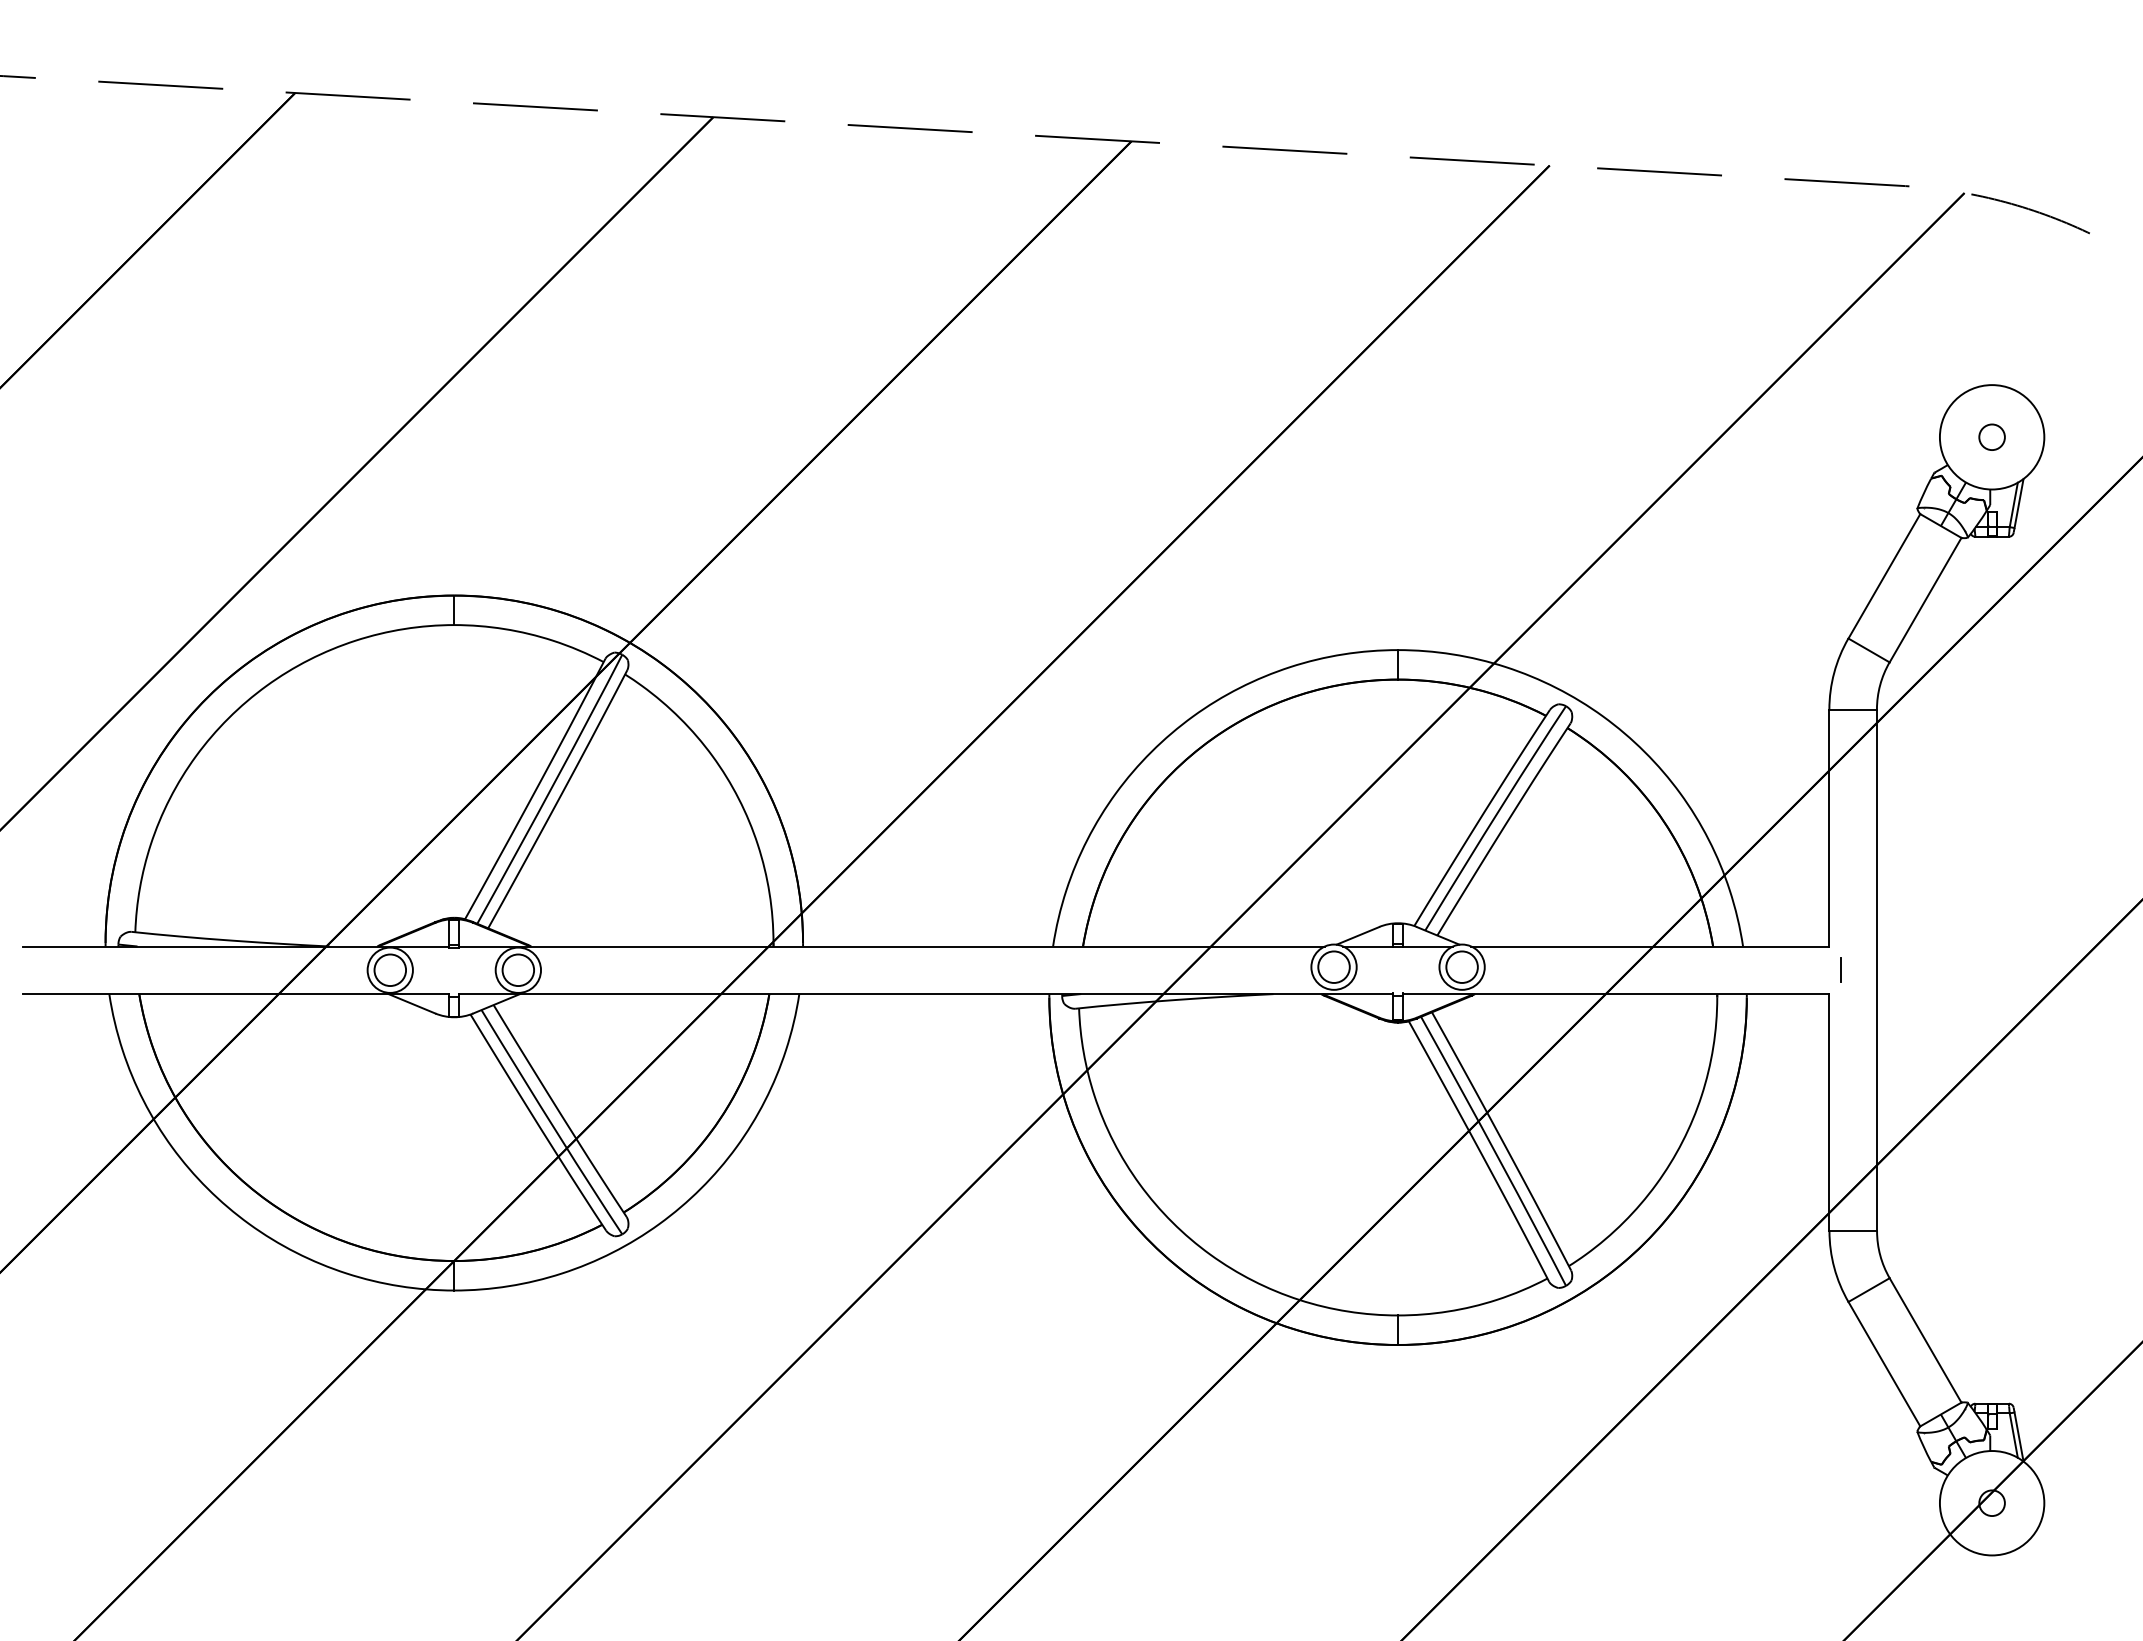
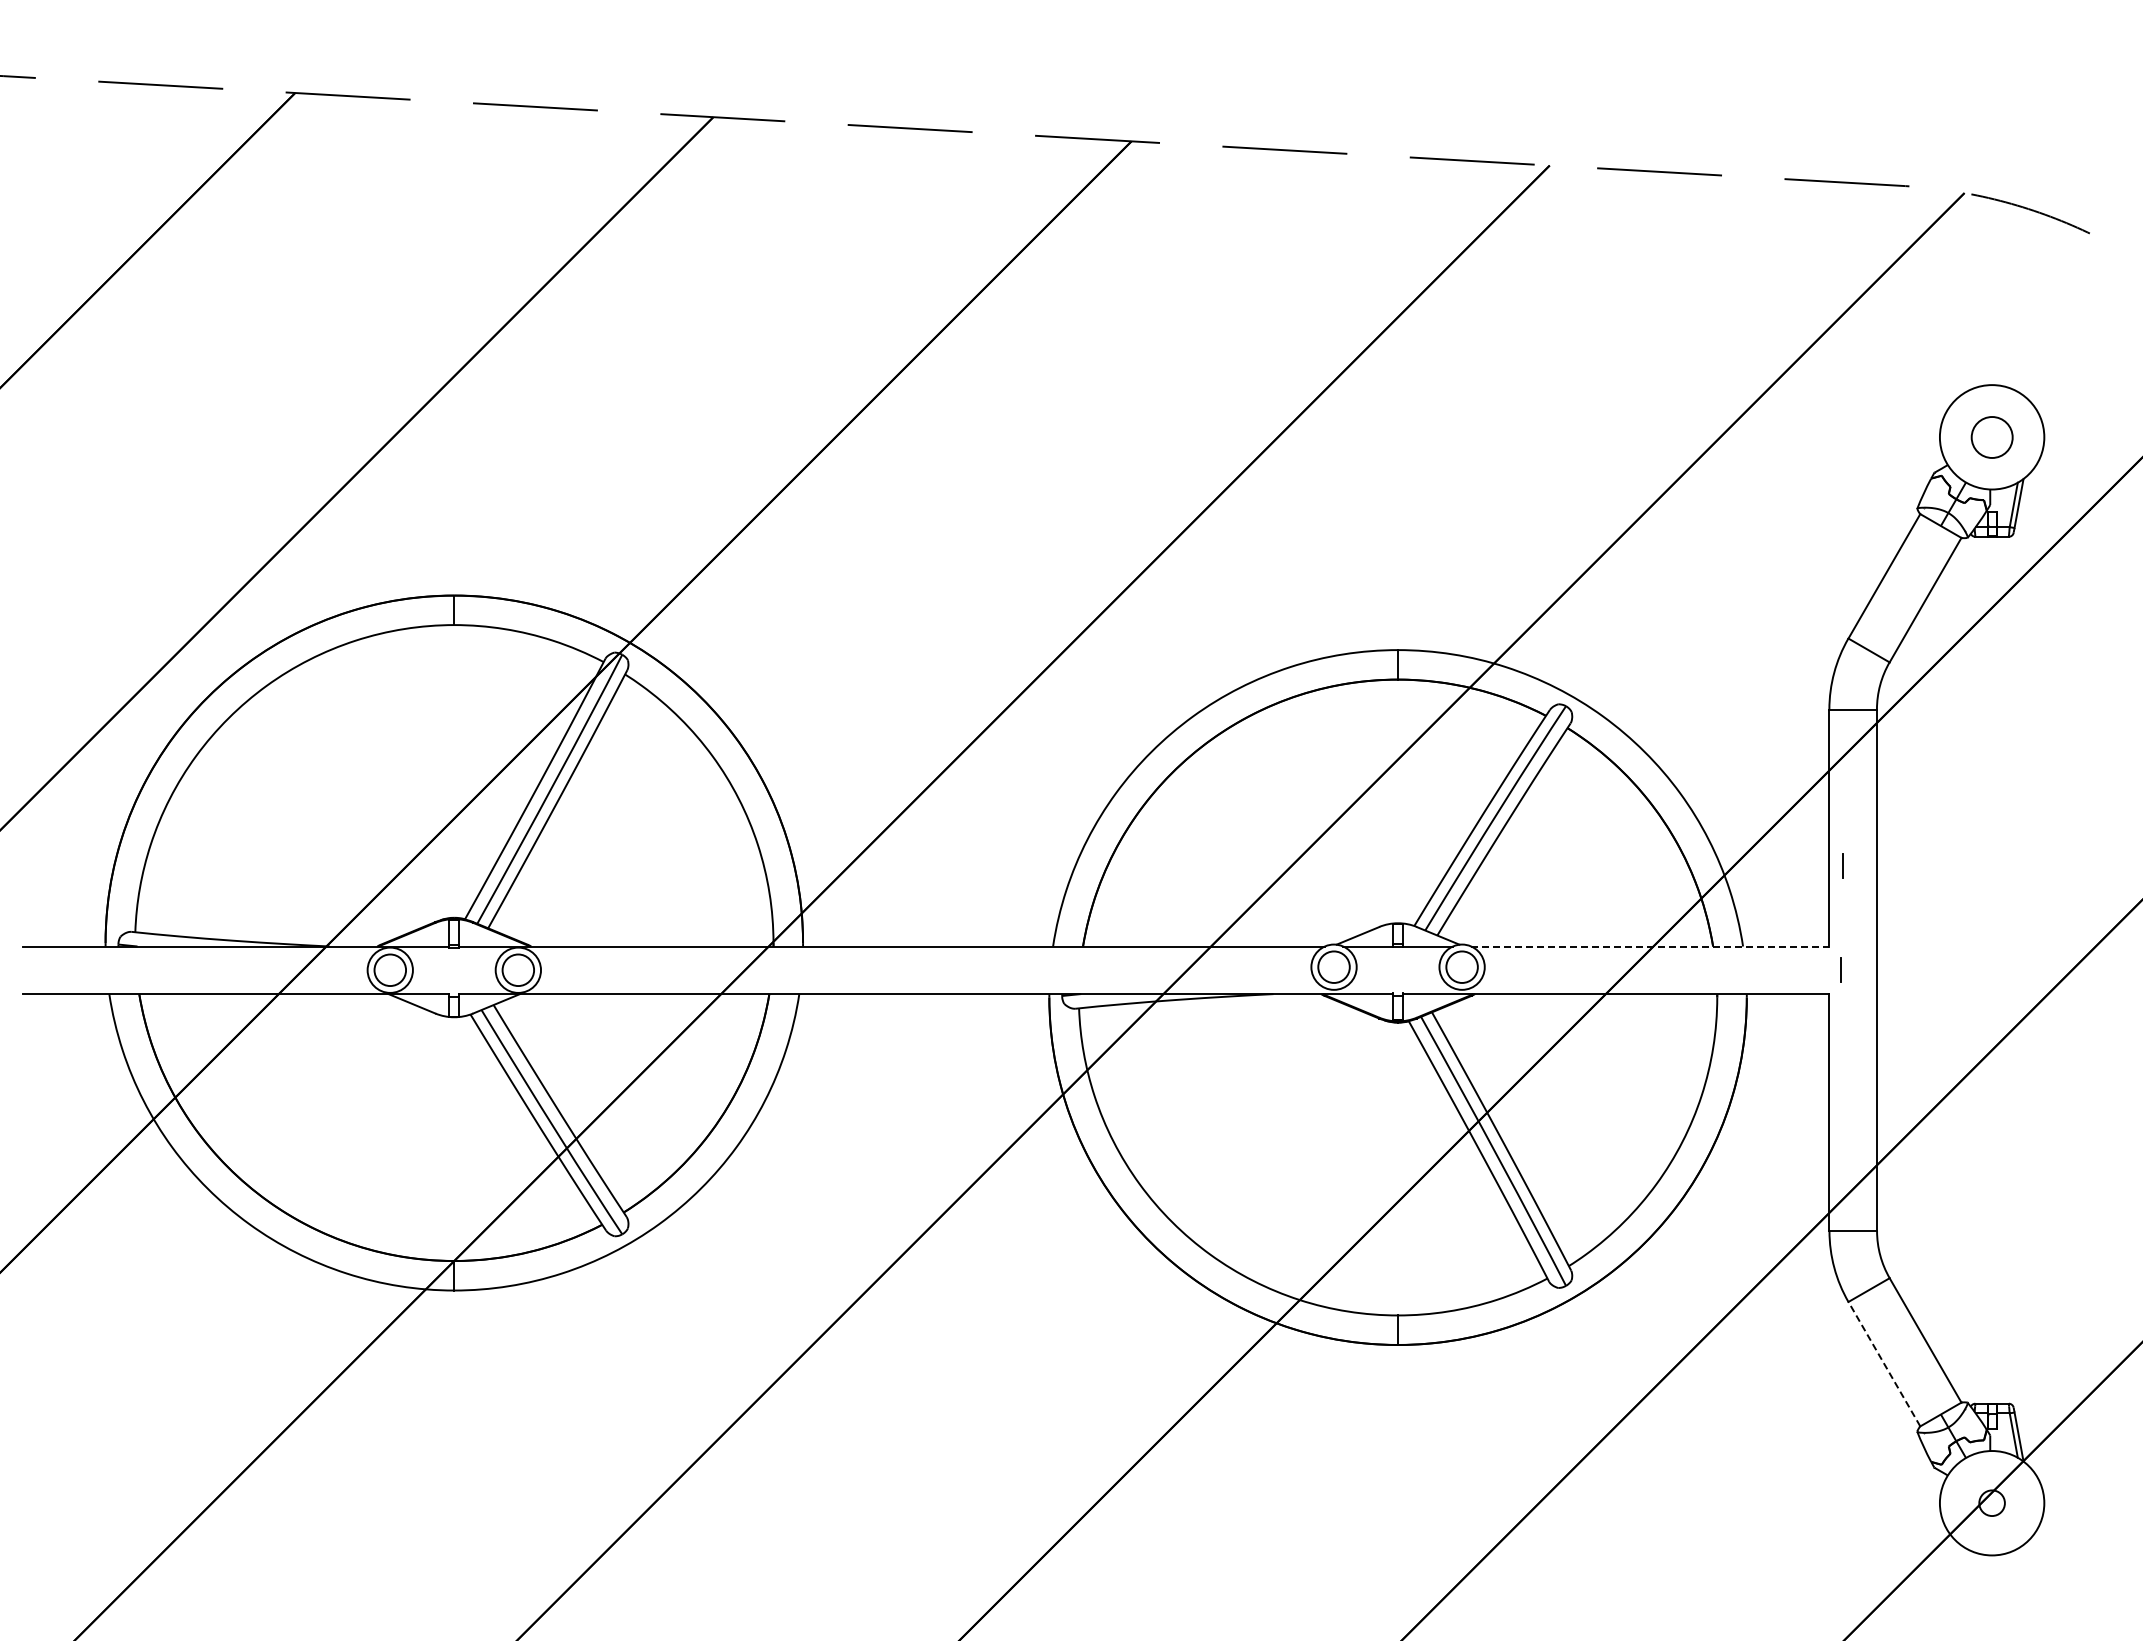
circle at (1991, 436) size: 28x28 px -> 44x43 px
line at (1842, 865): none -> present
line at (1650, 946): solid -> dashed
line at (1884, 1364): solid -> dashed
